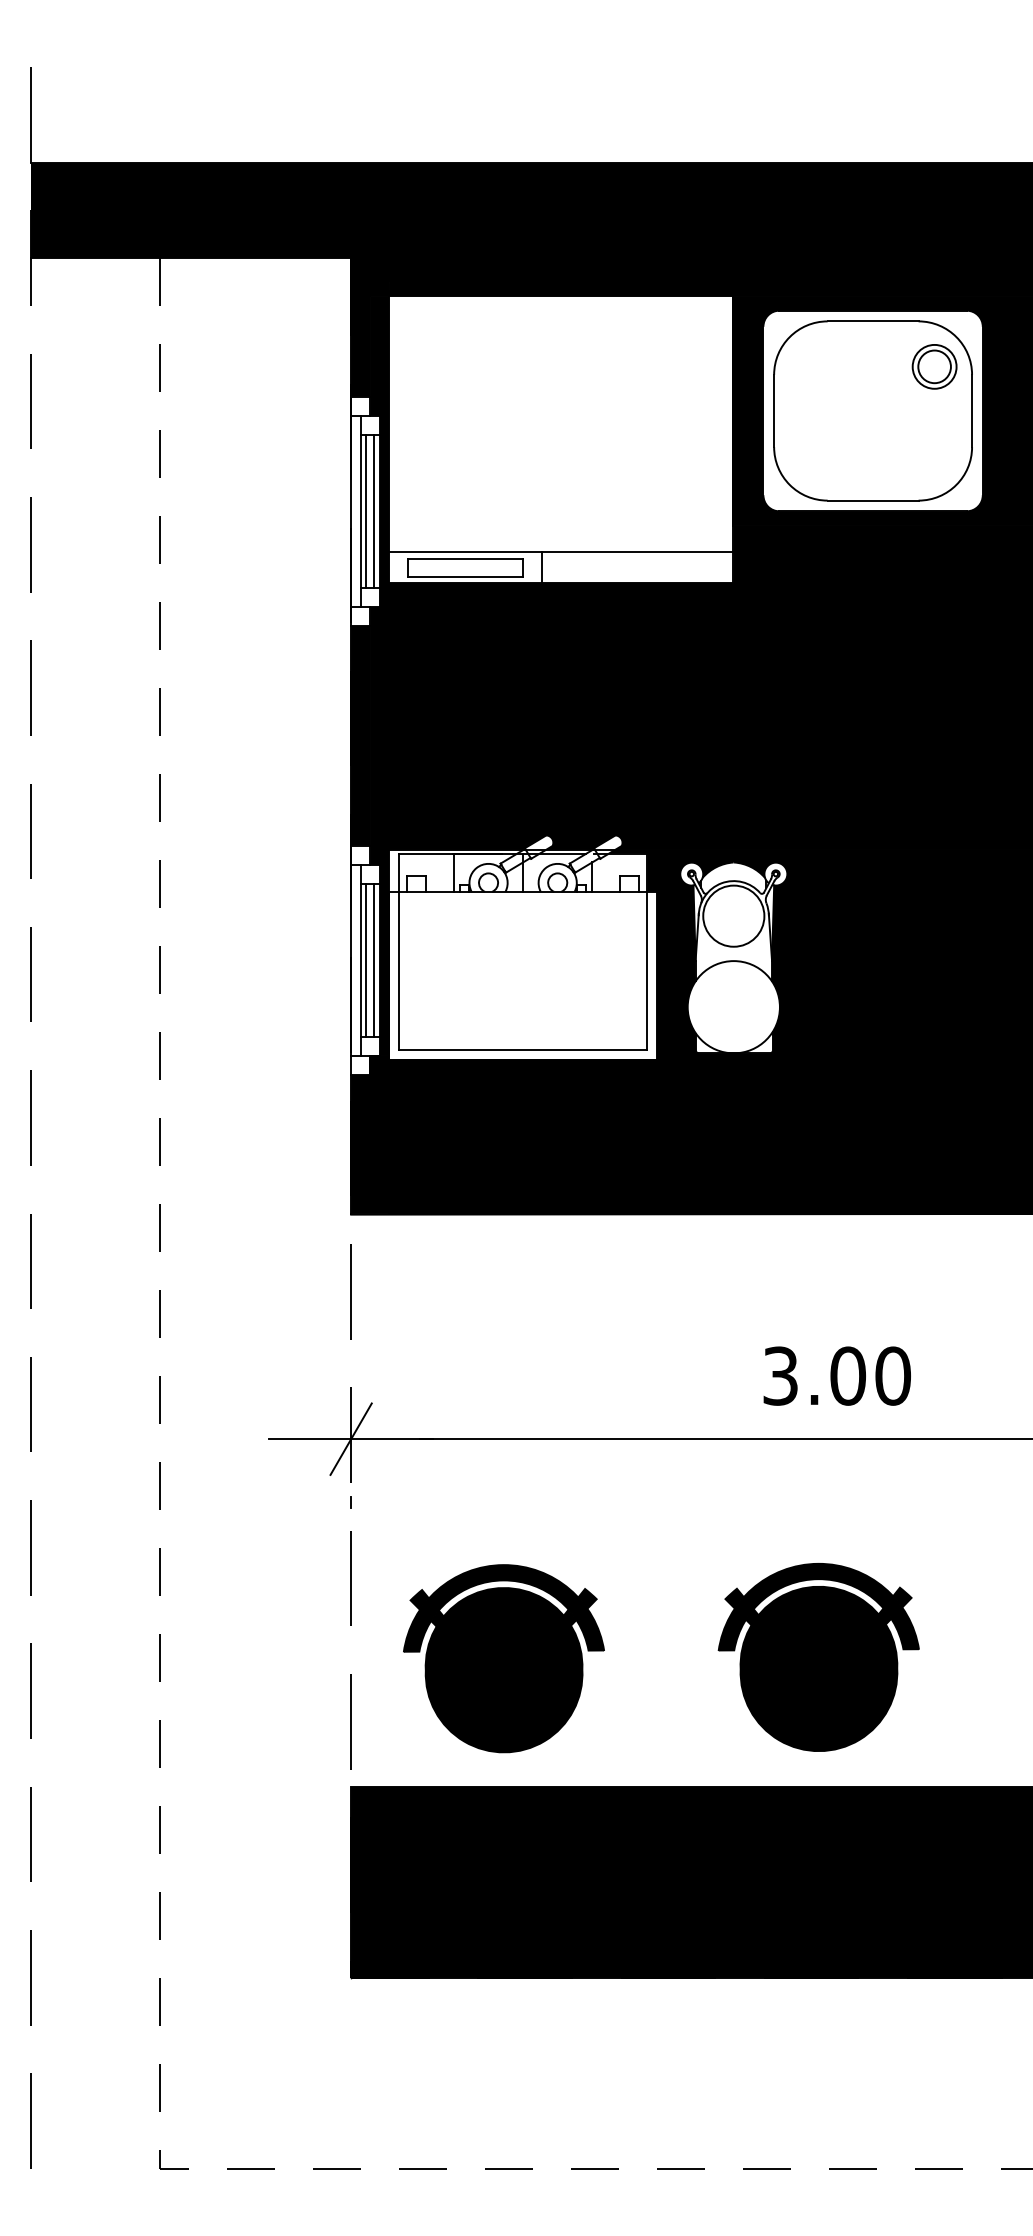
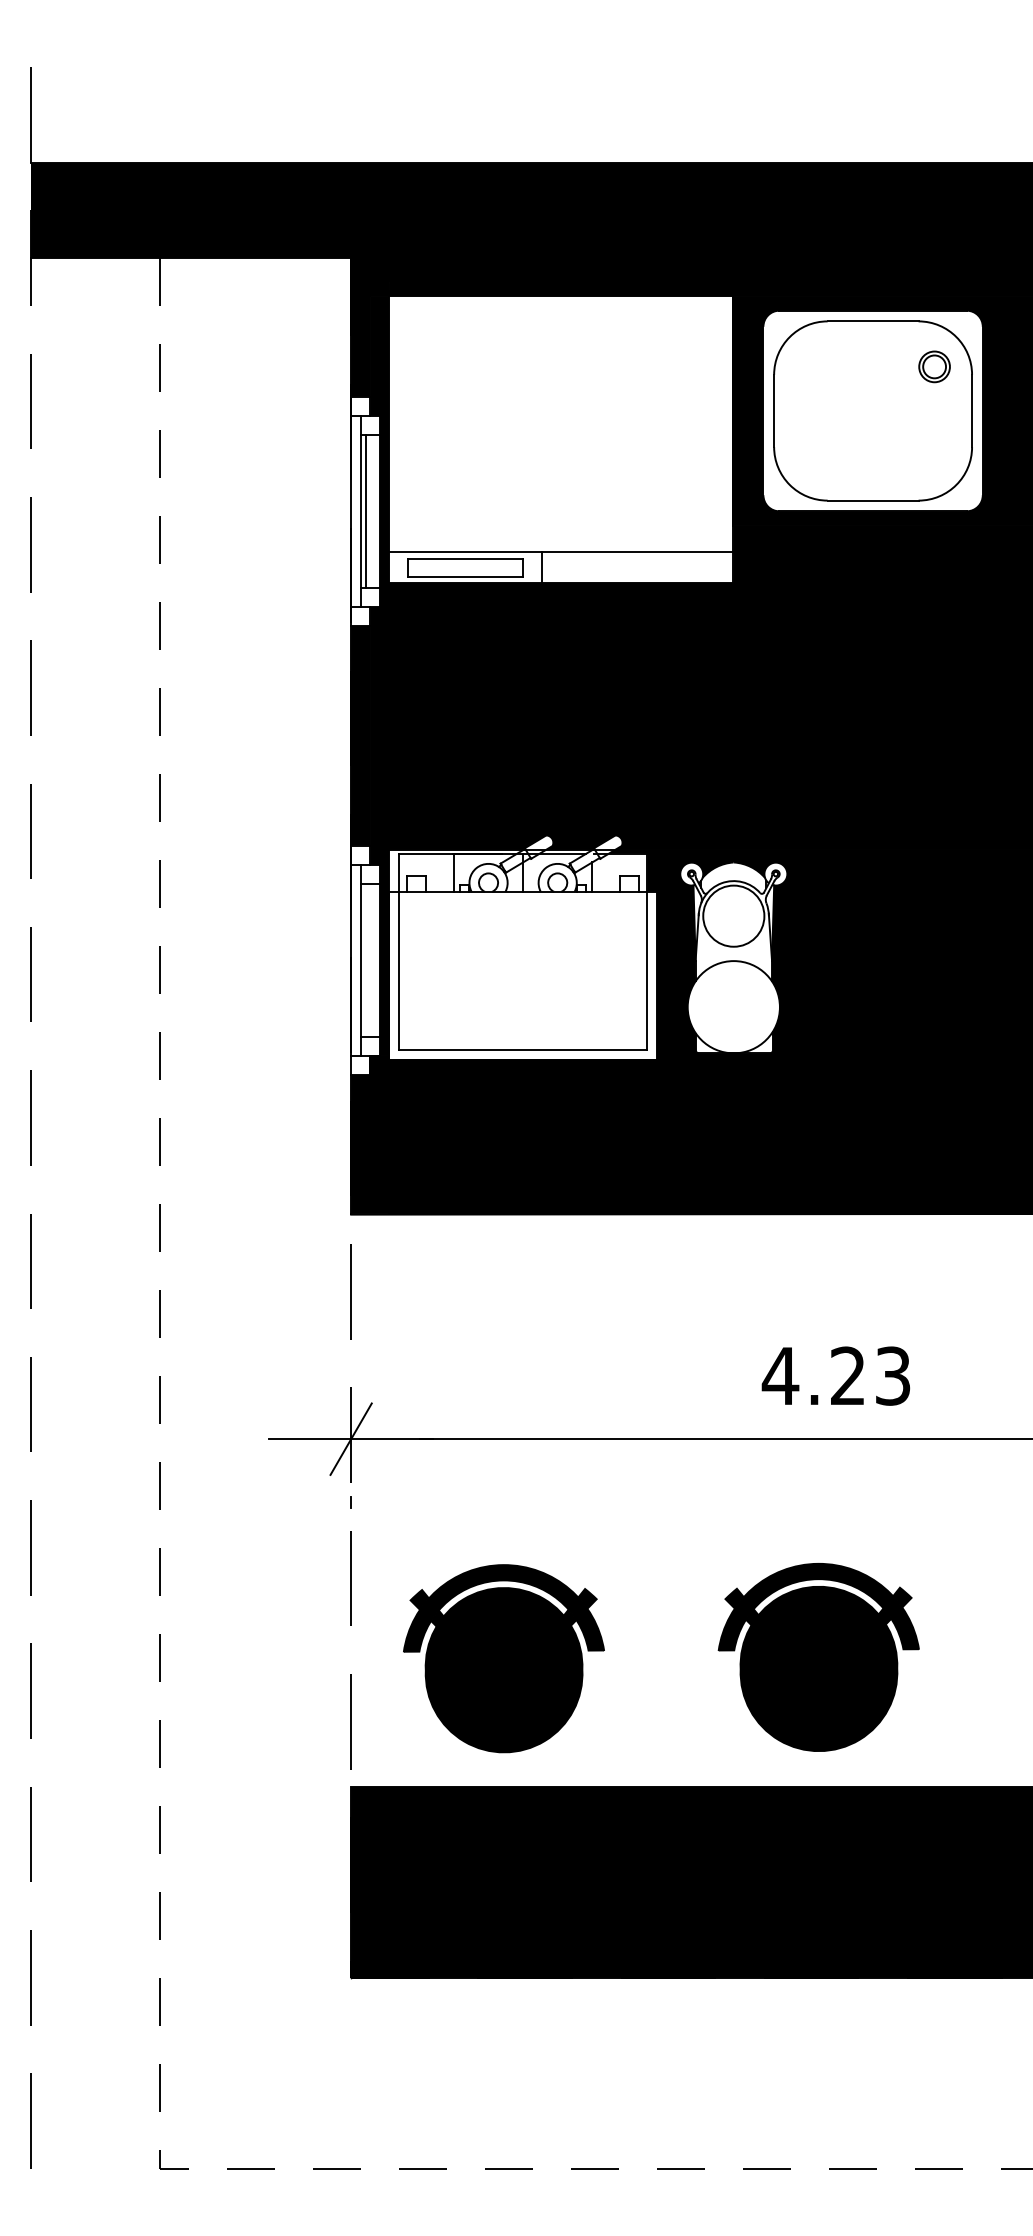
part at (934, 366) size: 47x46 px -> 33x34 px
line at (374, 510): present -> none
line at (366, 959): present -> none
line at (374, 959): present -> none
text at (835, 1375): 3.00 -> 4.23
